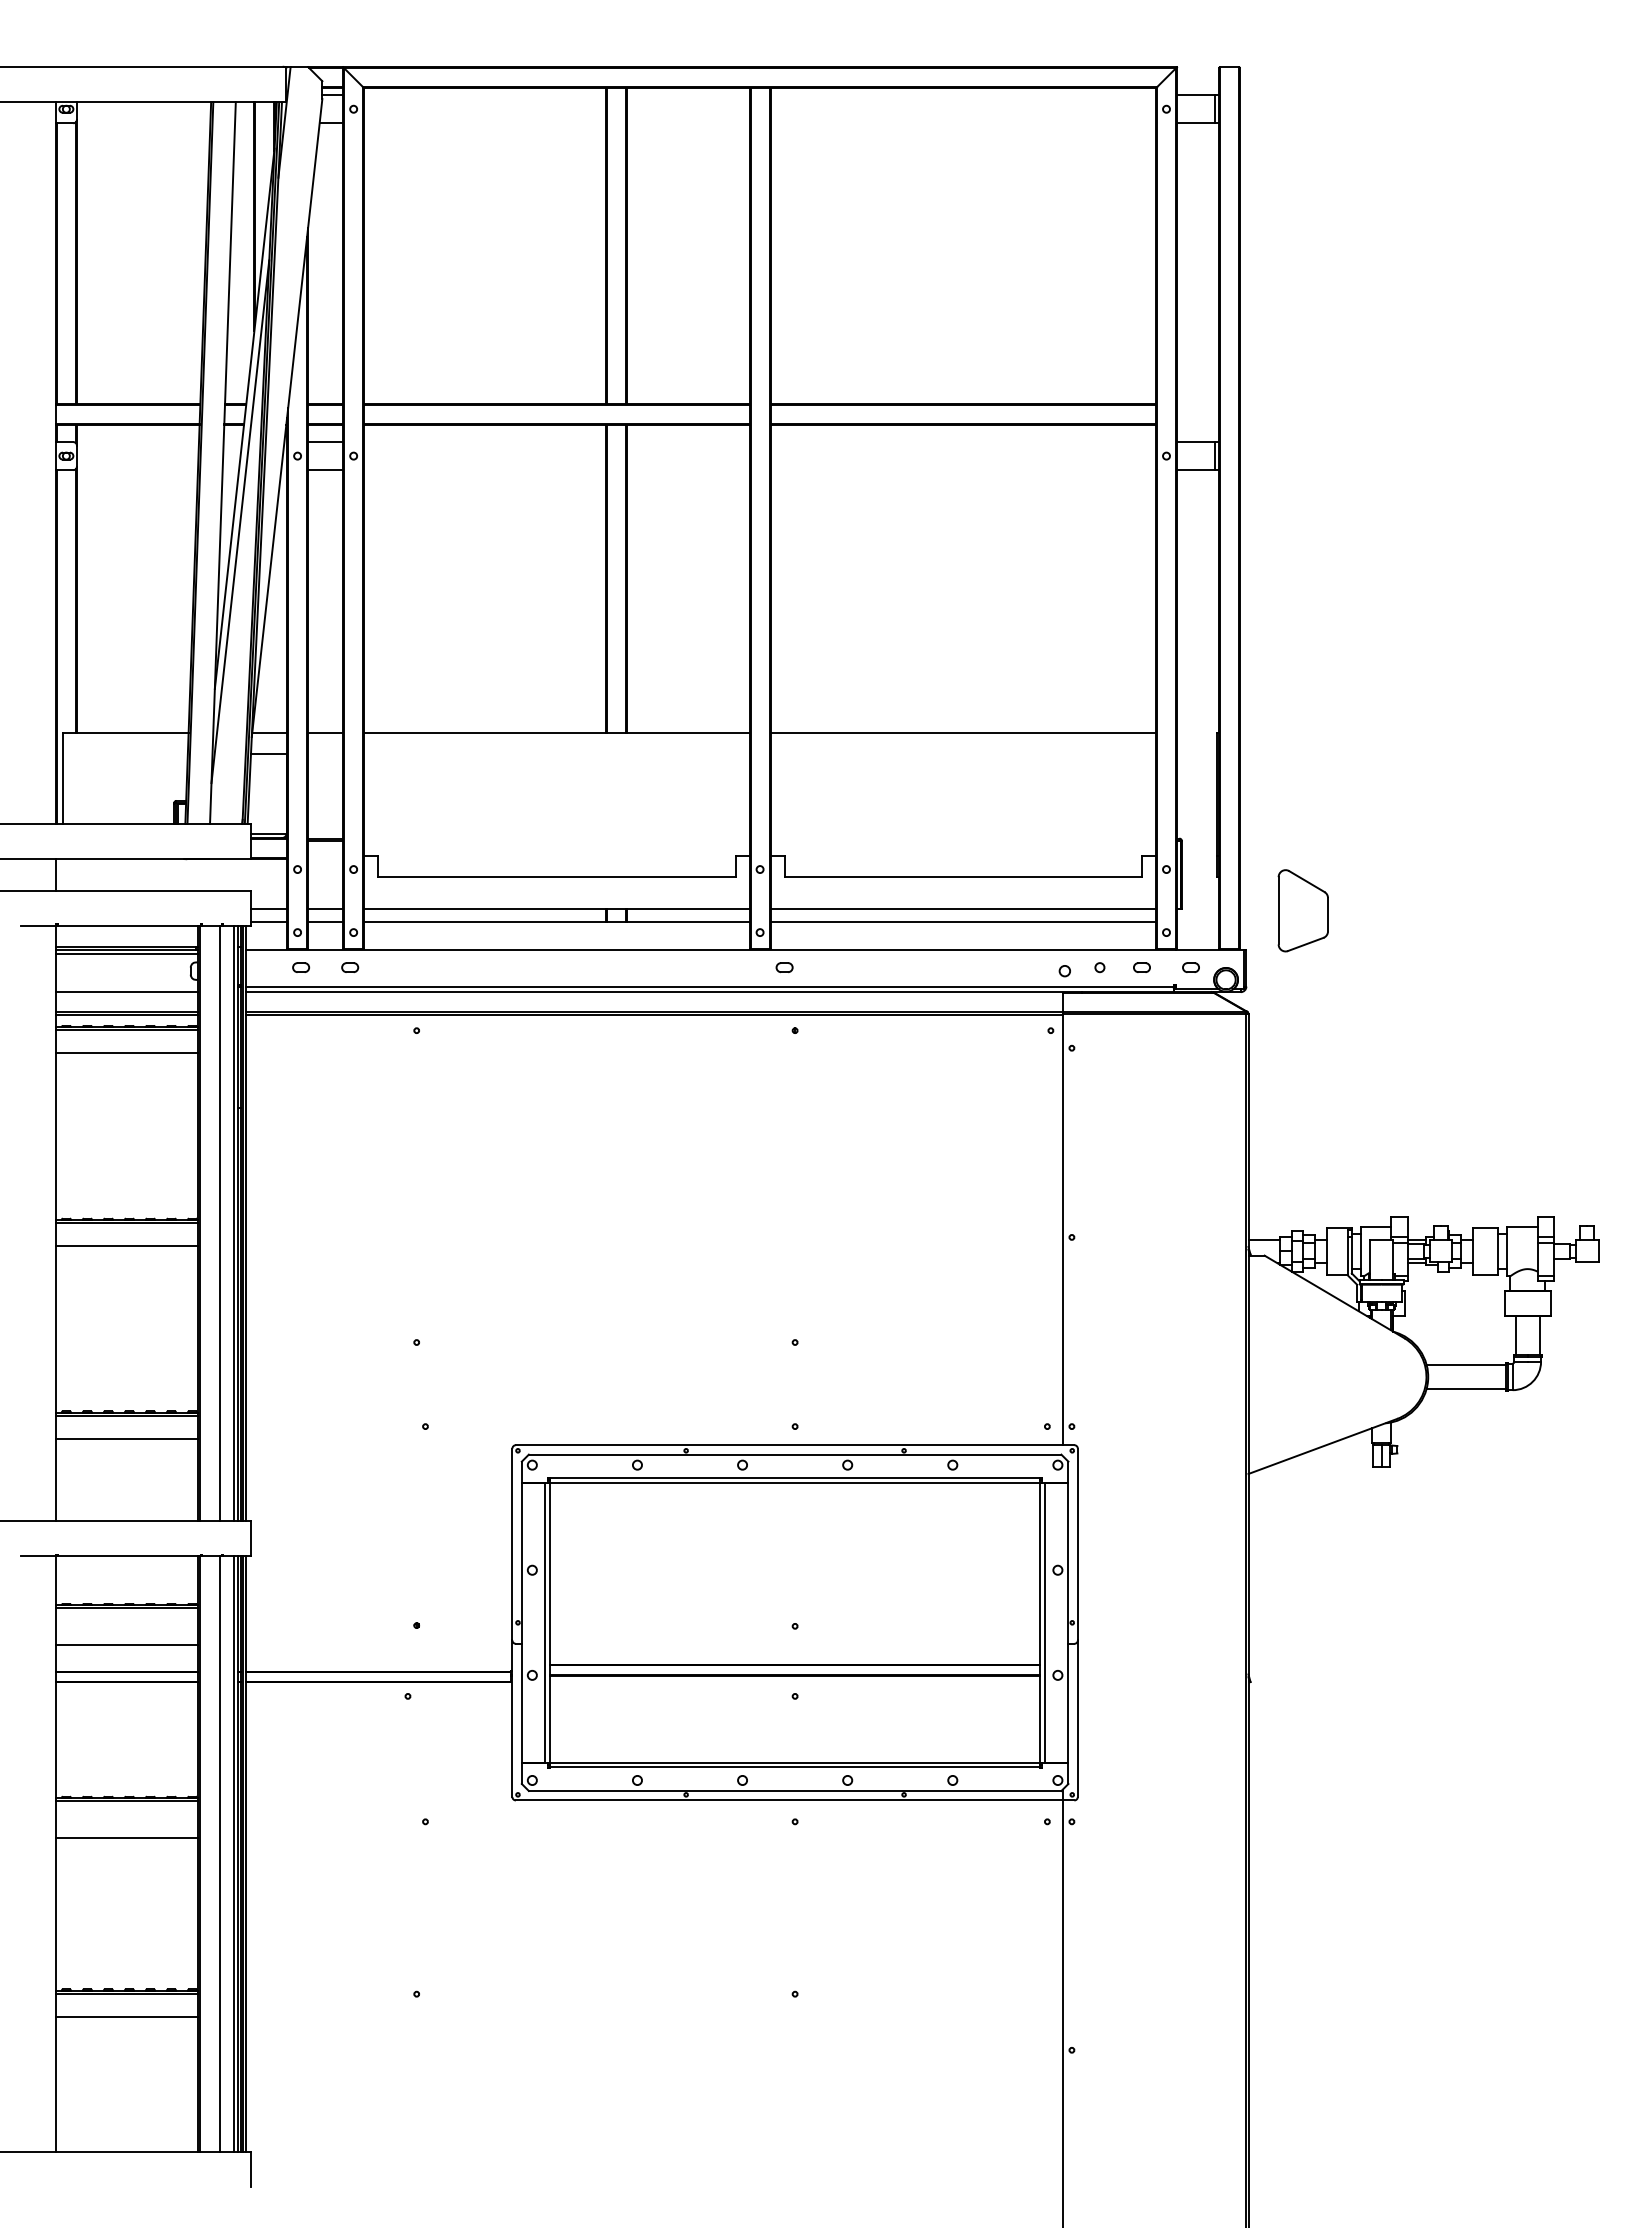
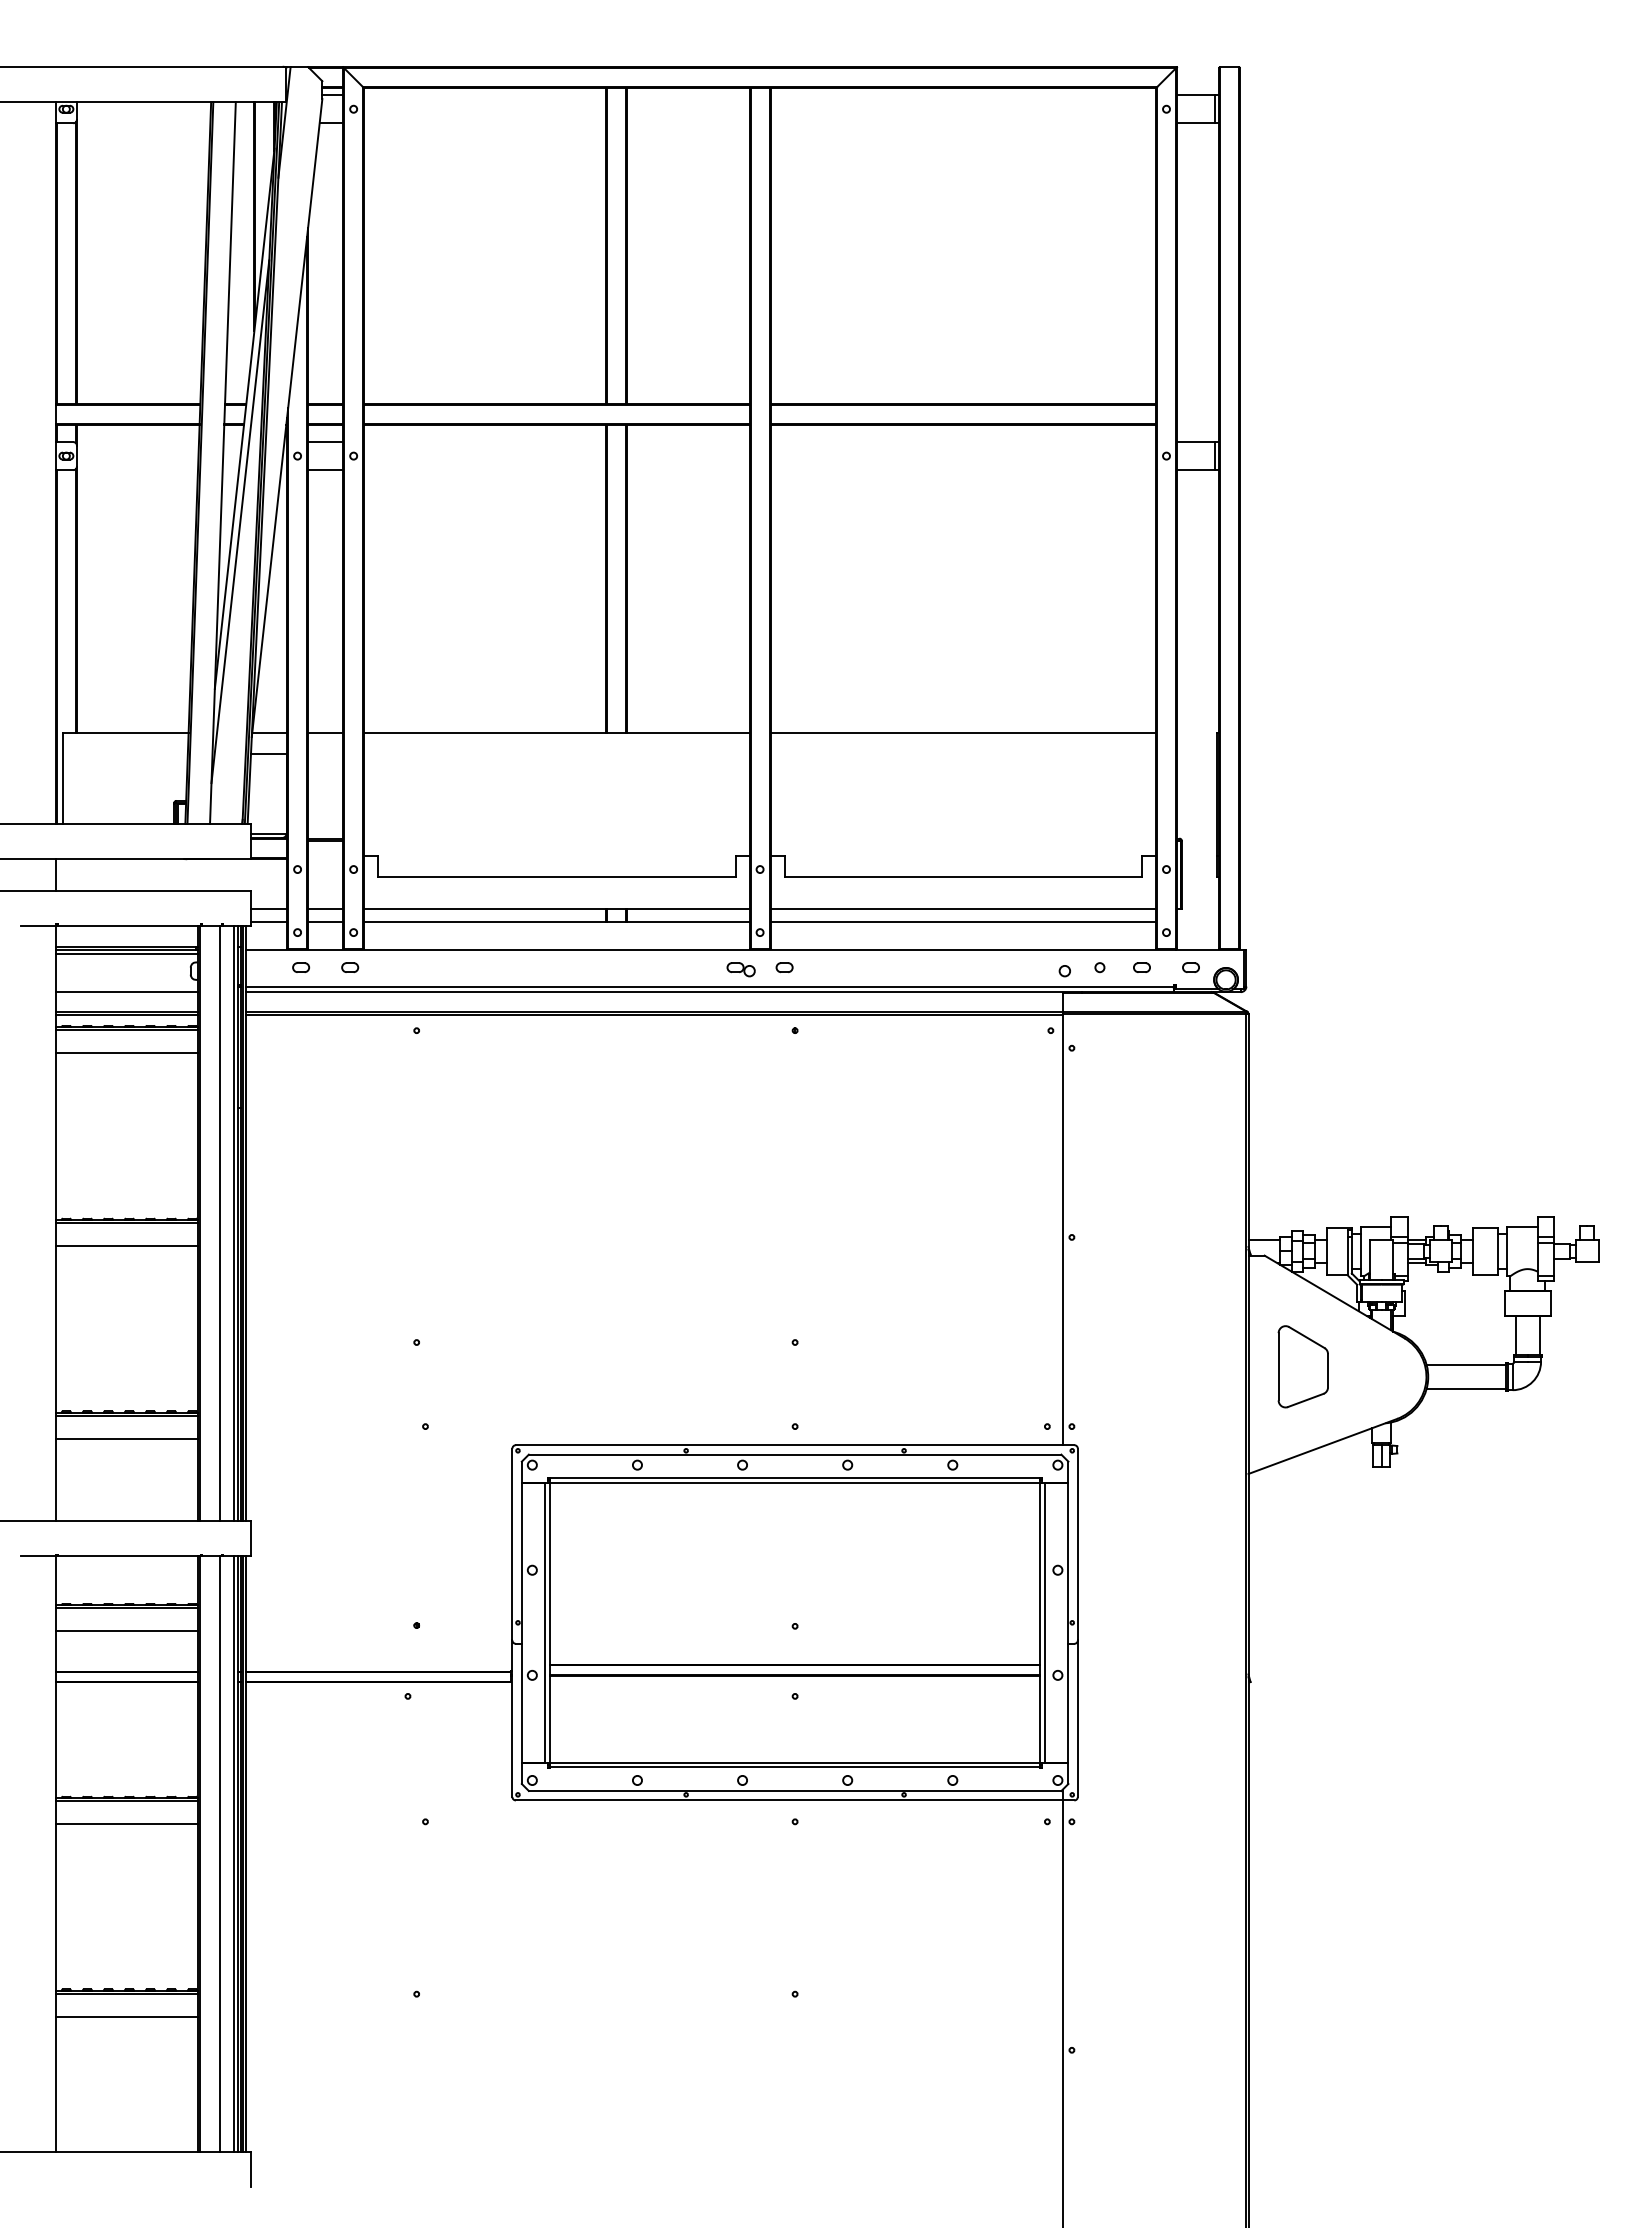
part at (1302, 910) position: (1302, 910) -> (1302, 1366)
part at (740, 969): none -> present
line at (126, 1645) position: (126, 1645) -> (126, 1631)
line at (126, 1837) position: (126, 1837) -> (126, 1823)
